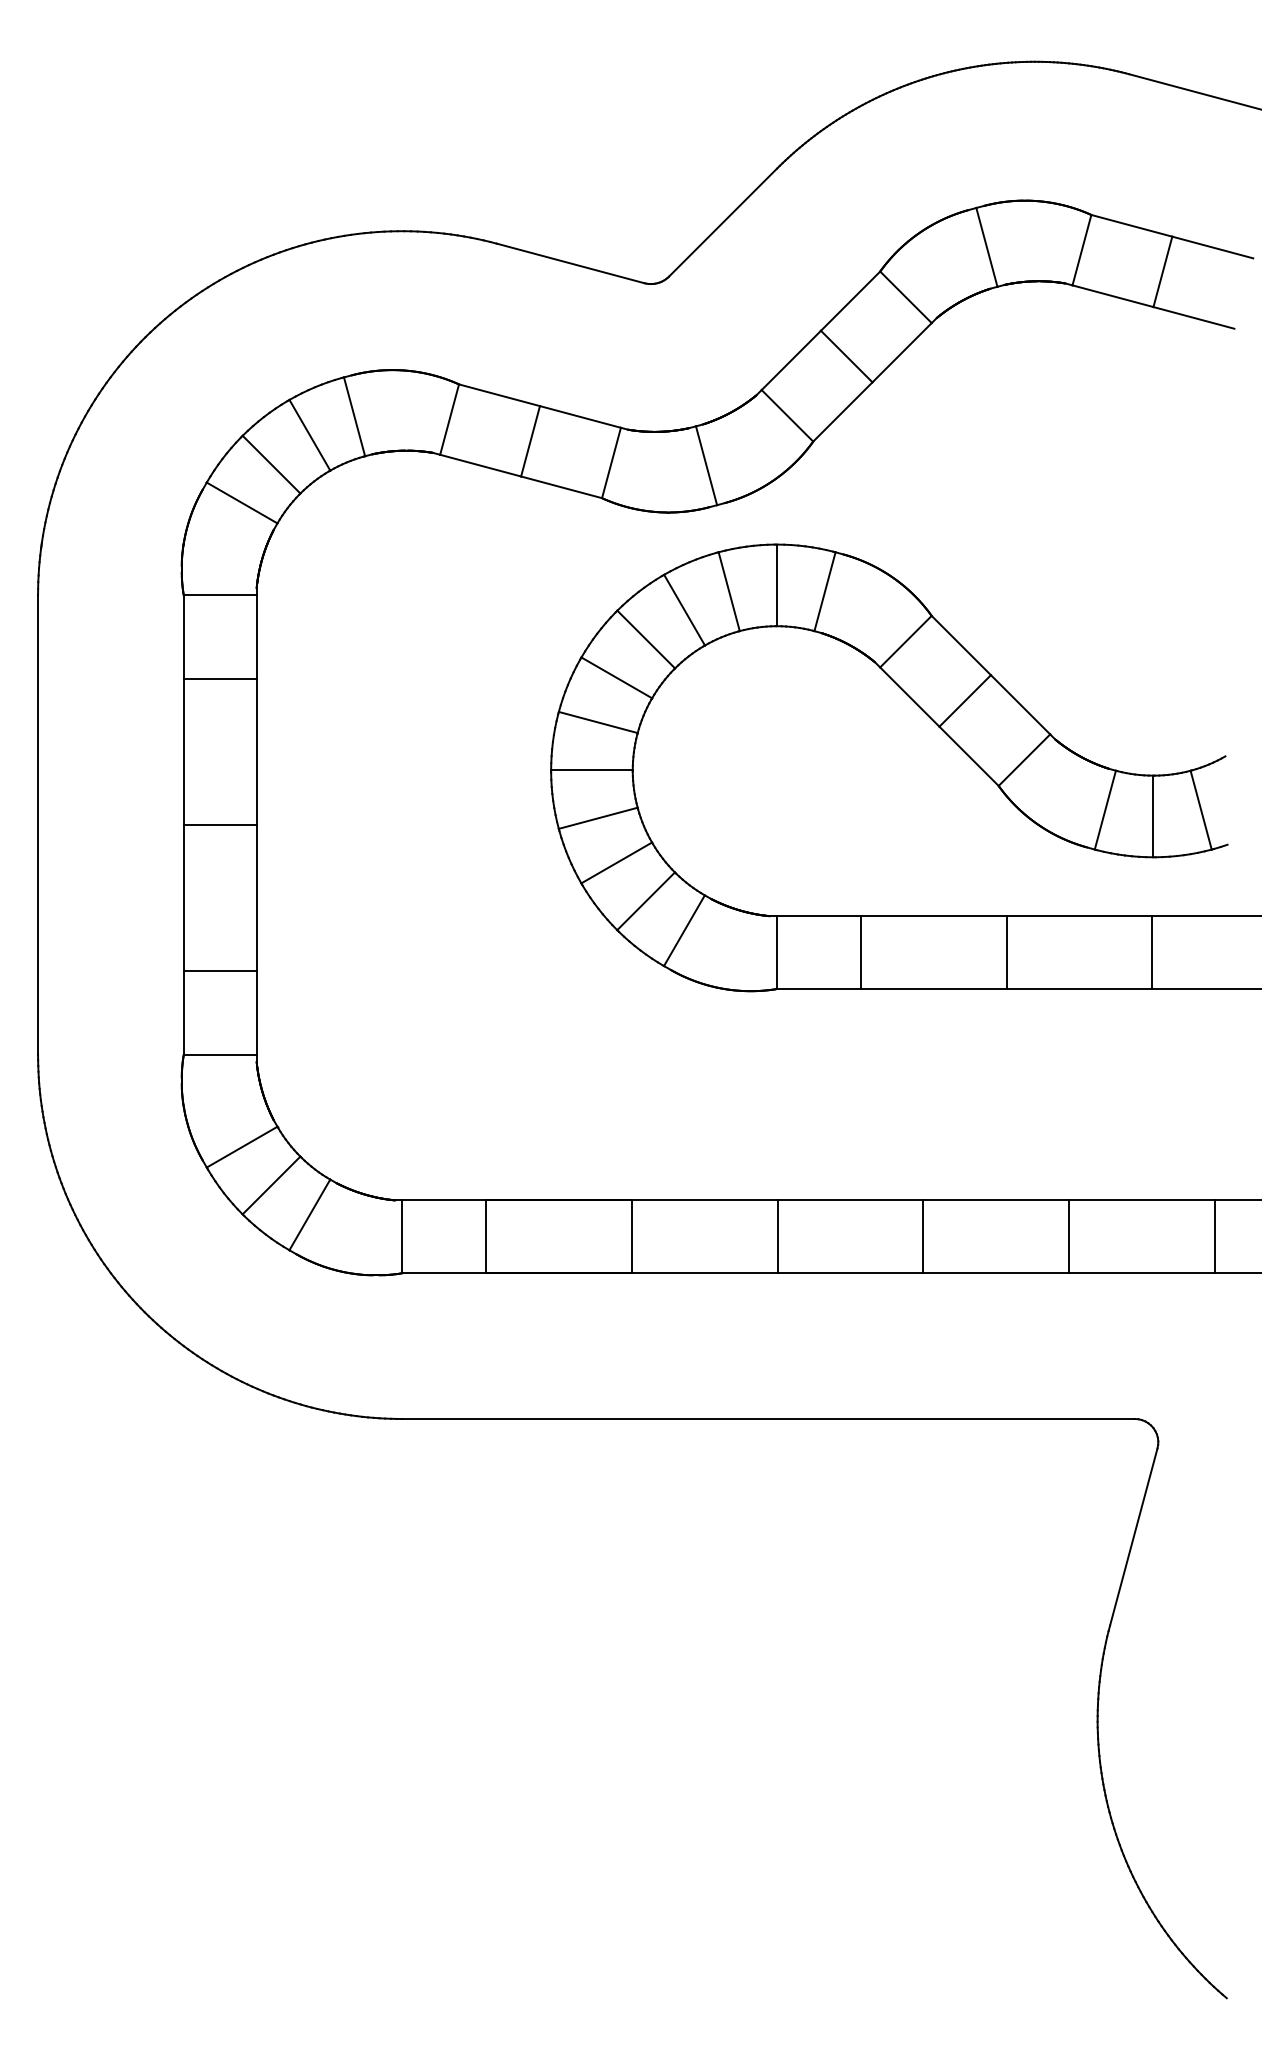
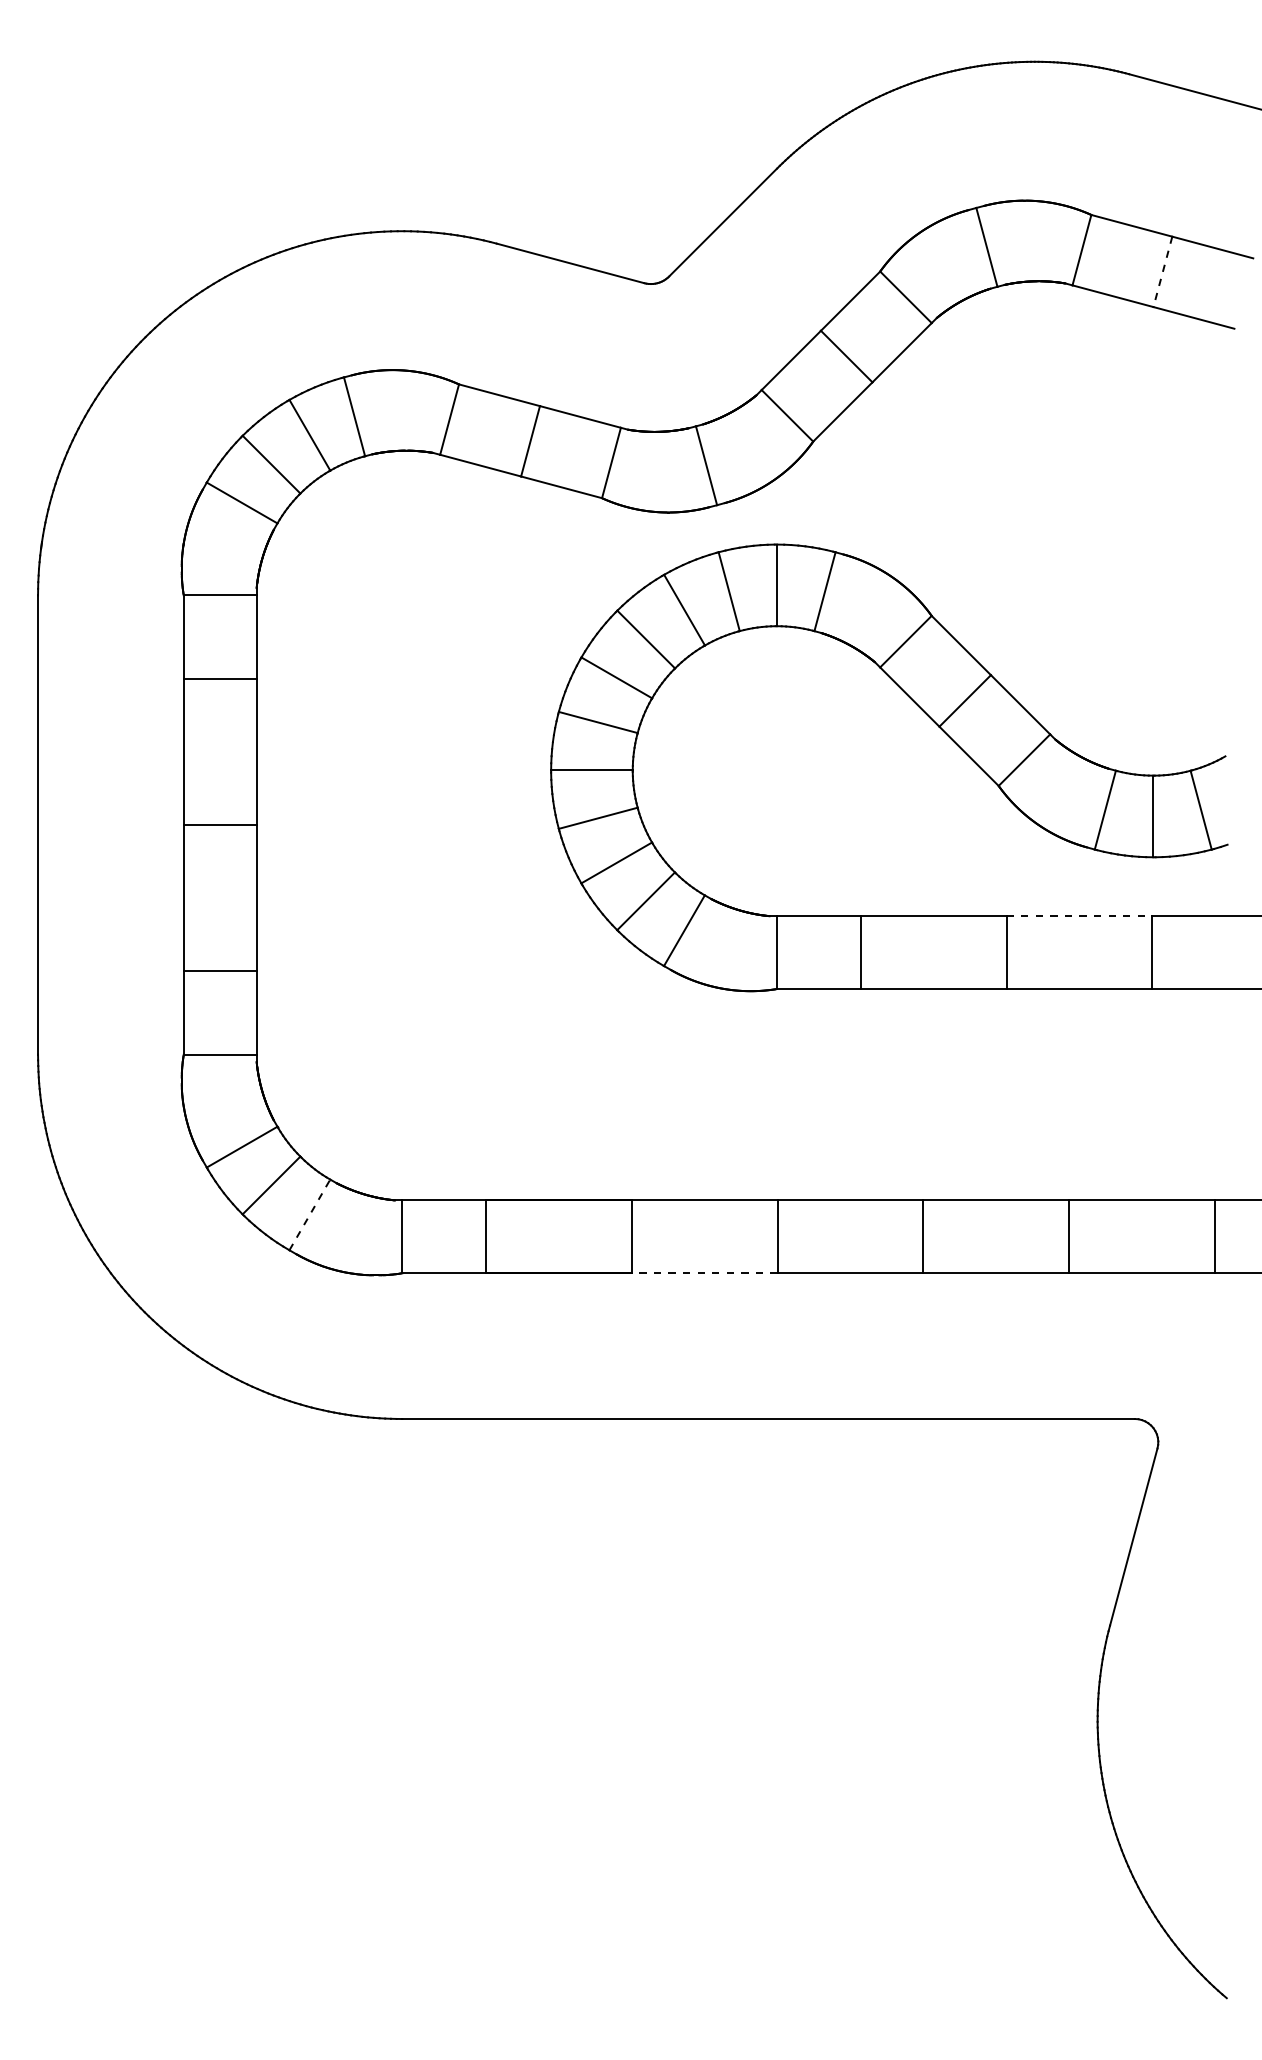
line at (1162, 272): solid -> dashed
line at (1079, 916): solid -> dashed
line at (309, 1214): solid -> dashed
line at (704, 1273): solid -> dashed
